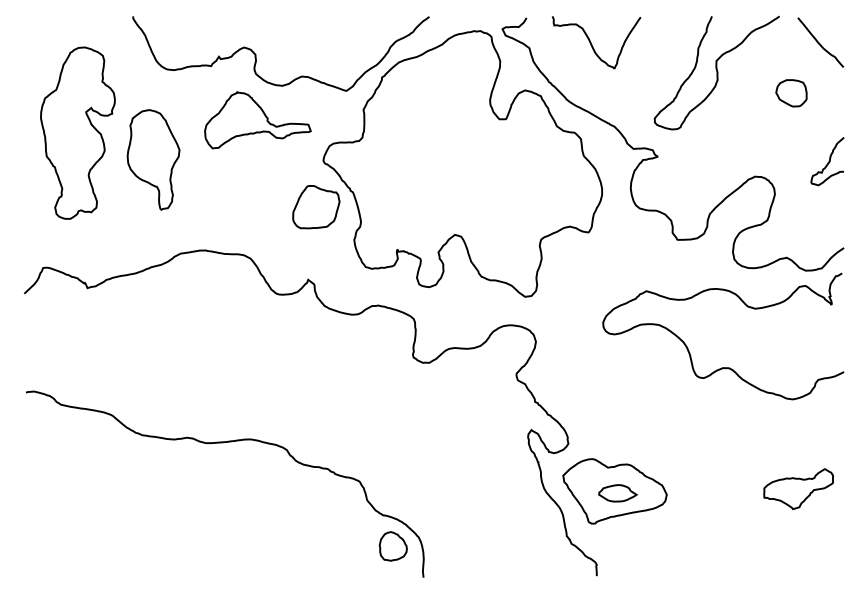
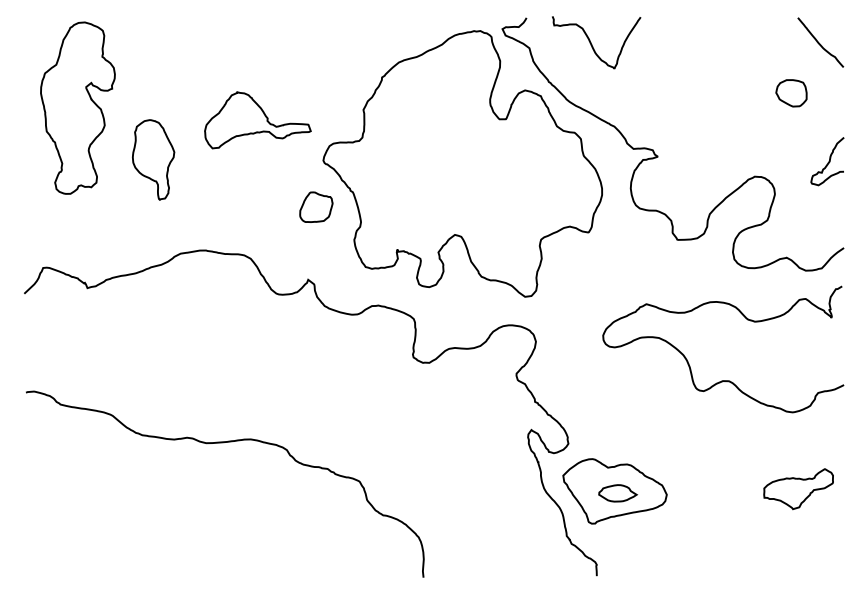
curve at (256, 54): present -> none
curve at (716, 73): present -> none
part at (77, 132) position: (77, 132) -> (77, 107)
part at (153, 159) size: 55x102 px -> 44x82 px
part at (316, 207) size: 49x45 px -> 35x32 px
curve at (723, 367) position: (723, 367) -> (723, 380)
part at (392, 546): present -> none
